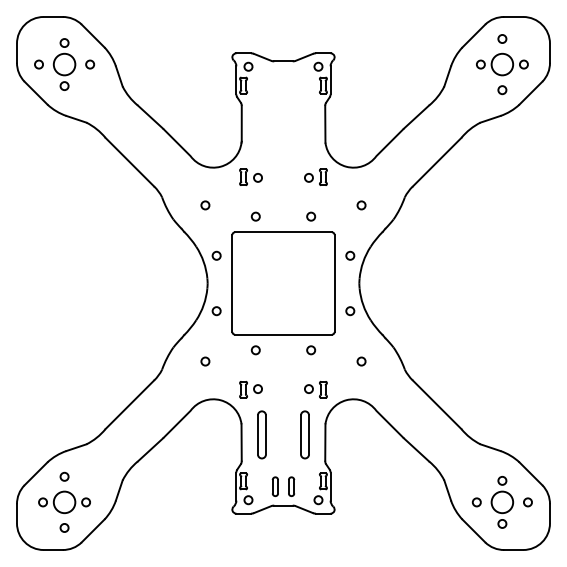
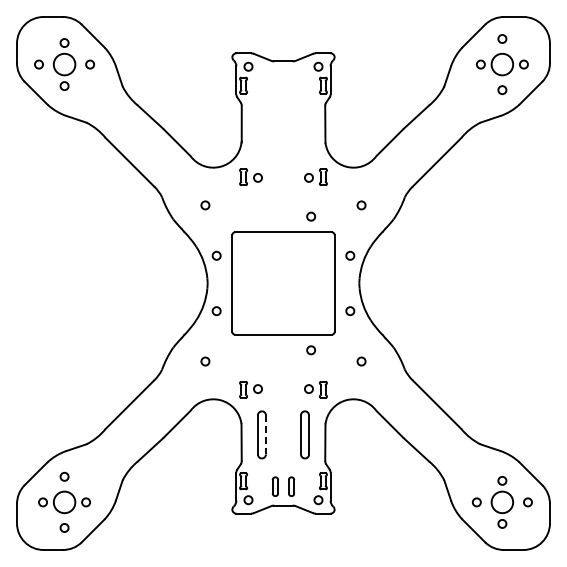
circle at (255, 216): present -> none
circle at (255, 350): present -> none
line at (266, 434): solid -> dashed
